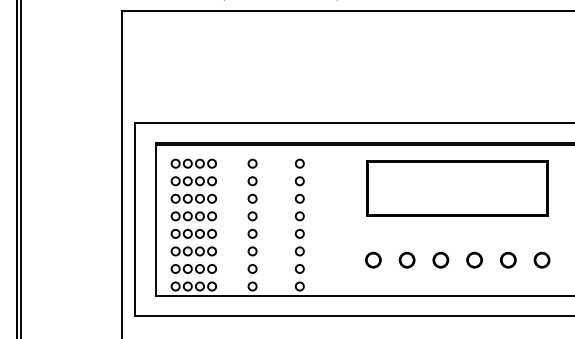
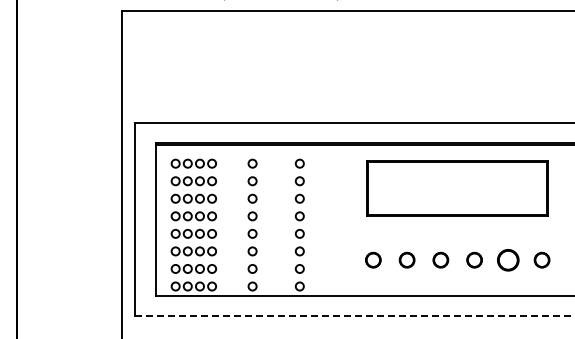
line at (20, 168): present -> none
part at (508, 259) size: 17x18 px -> 23x23 px
line at (355, 316): solid -> dashed
